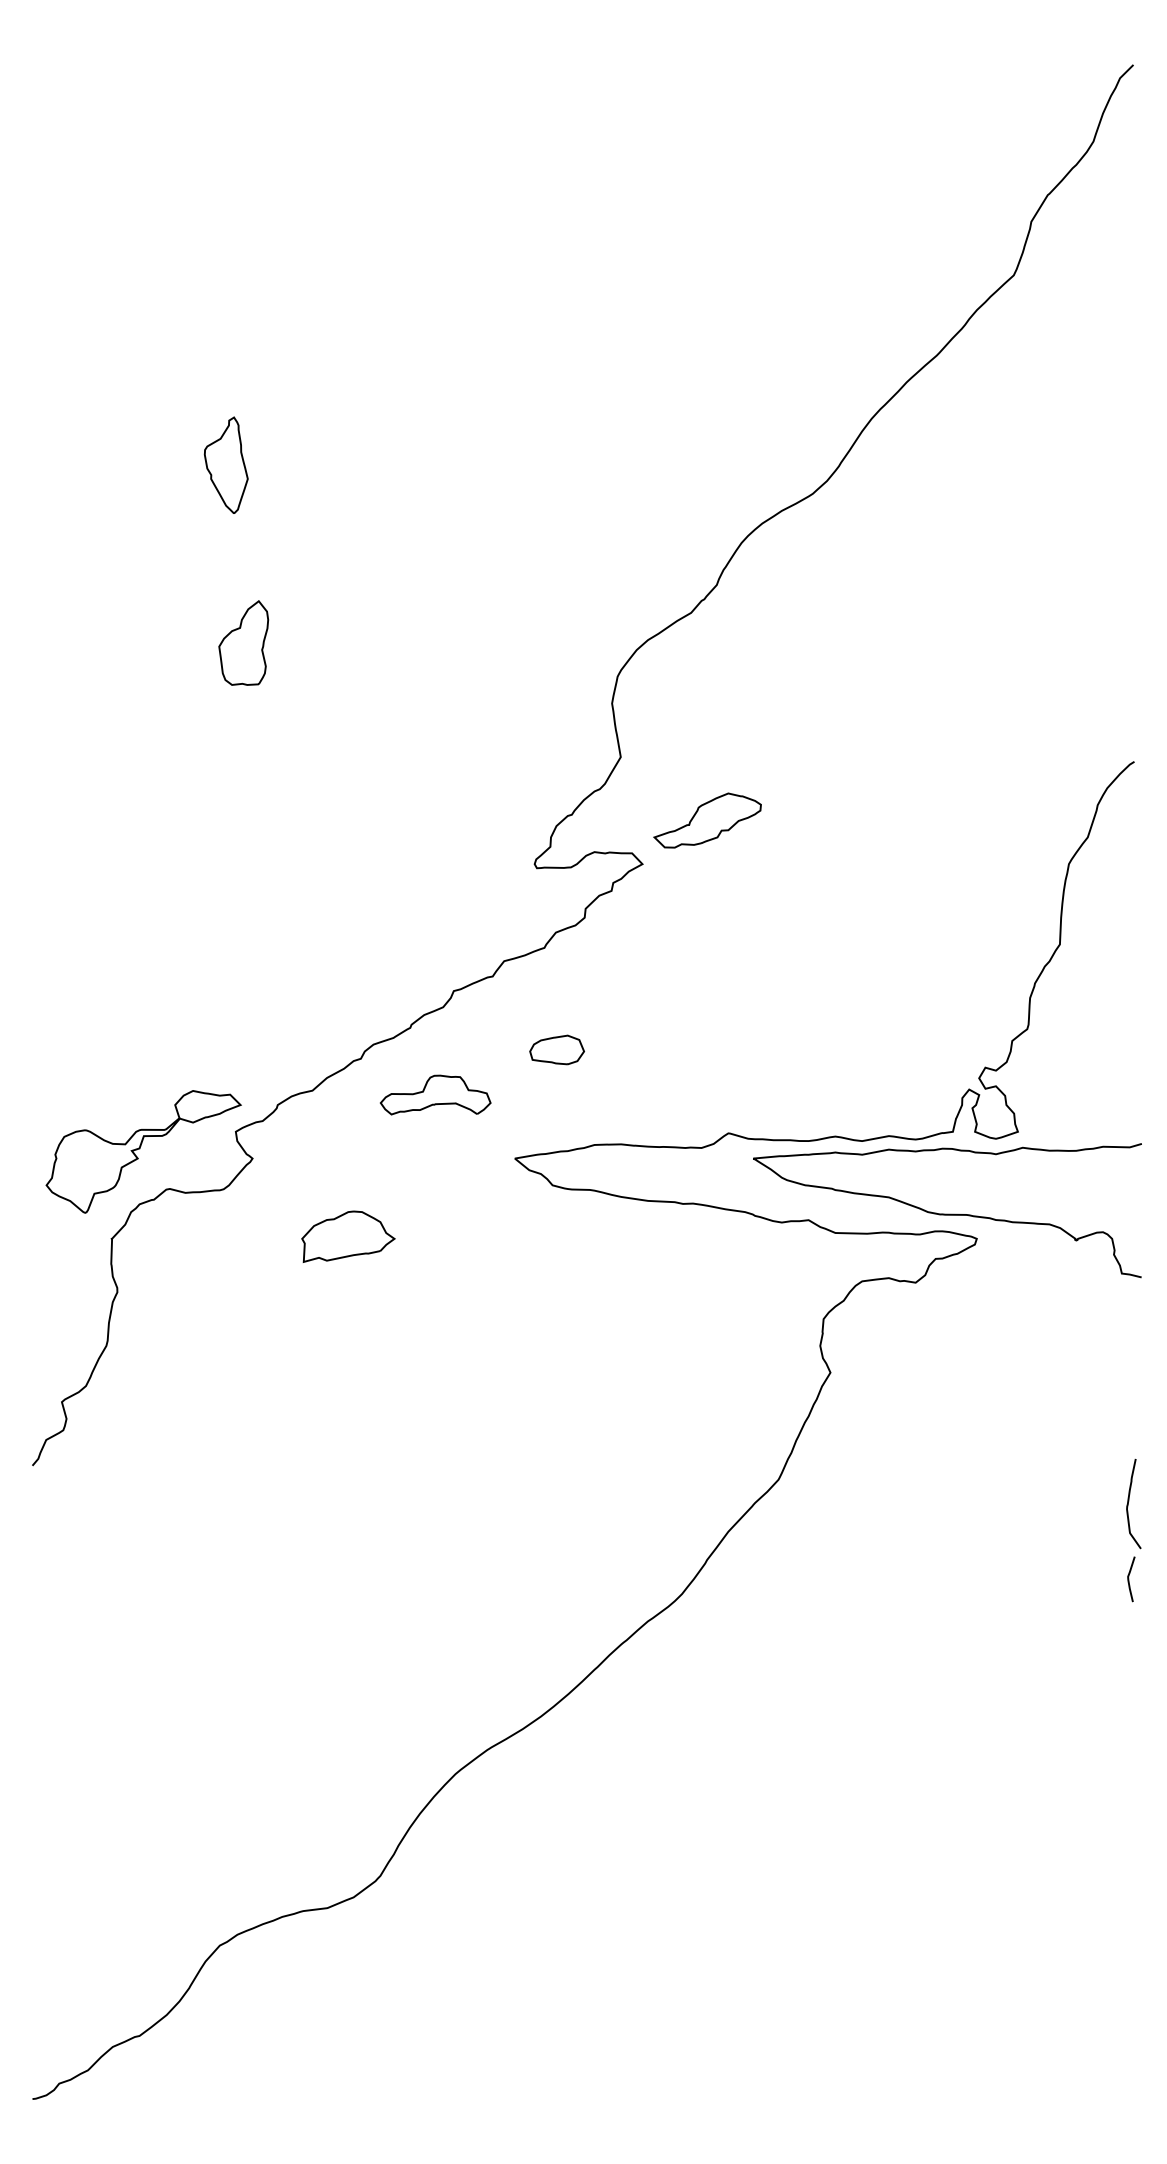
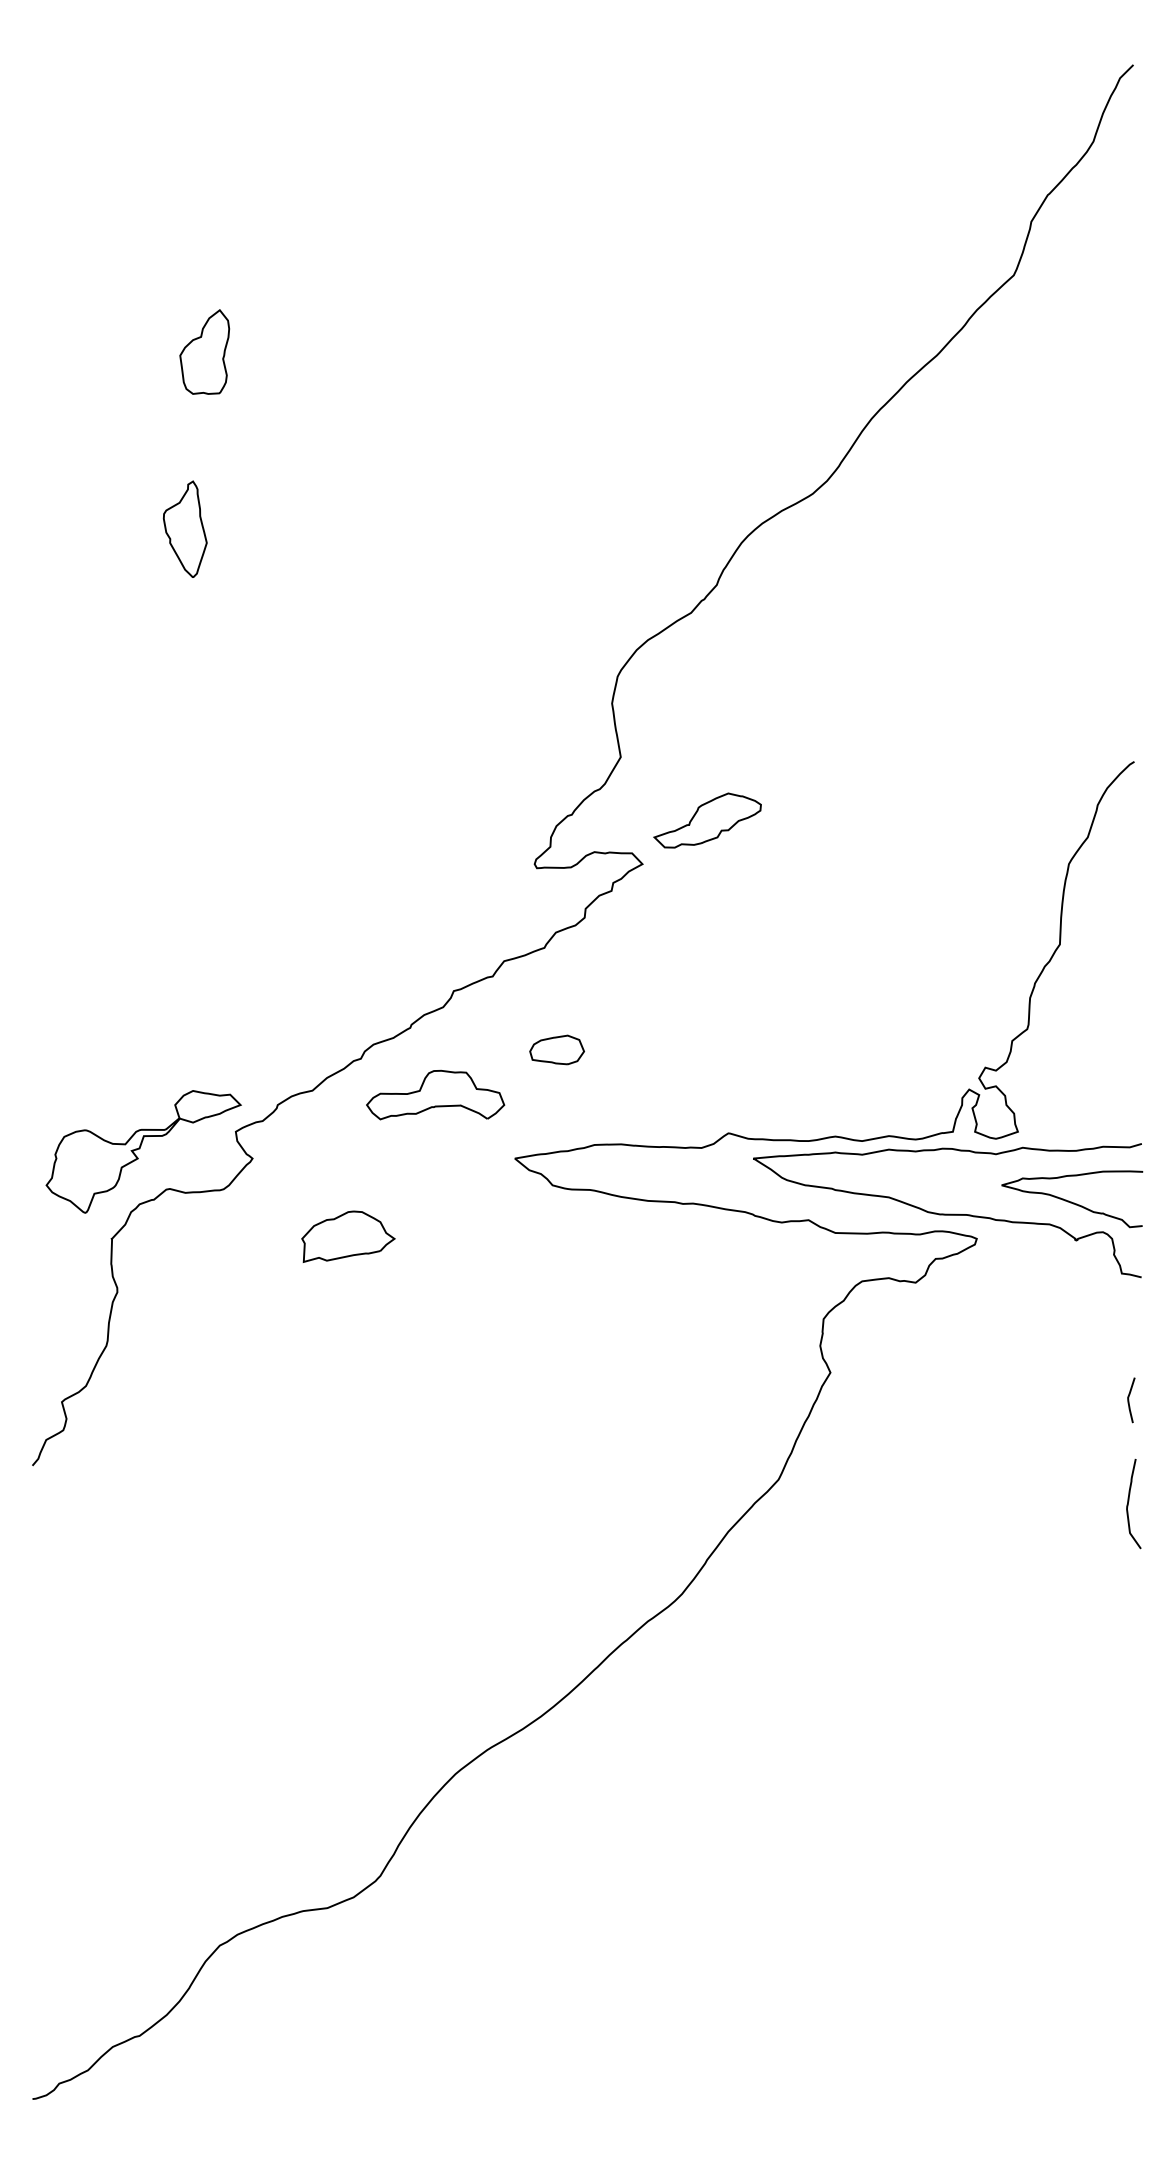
part at (225, 464) position: (225, 464) -> (184, 528)
part at (243, 642) position: (243, 642) -> (204, 351)
part at (435, 1094) size: 112x42 px -> 140x52 px
curve at (1071, 1201): none -> present
curve at (1129, 1579) position: (1129, 1579) -> (1129, 1400)
